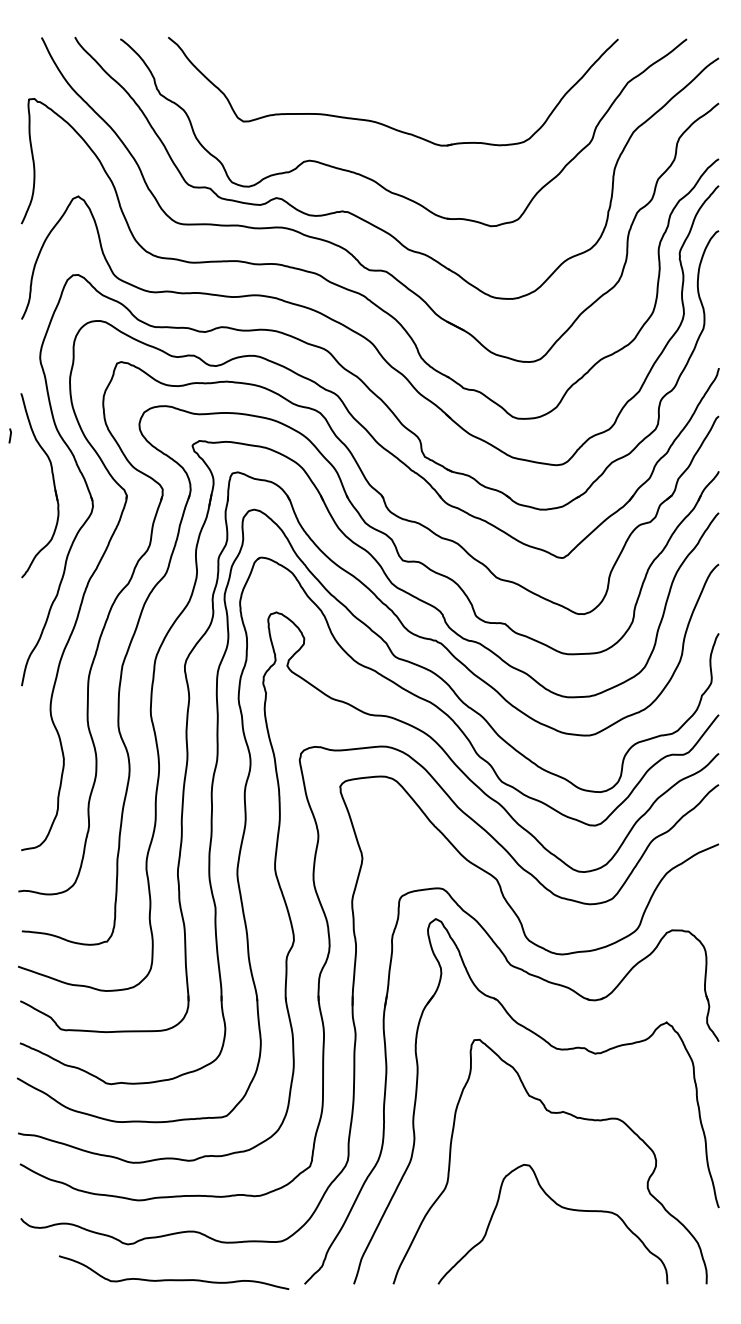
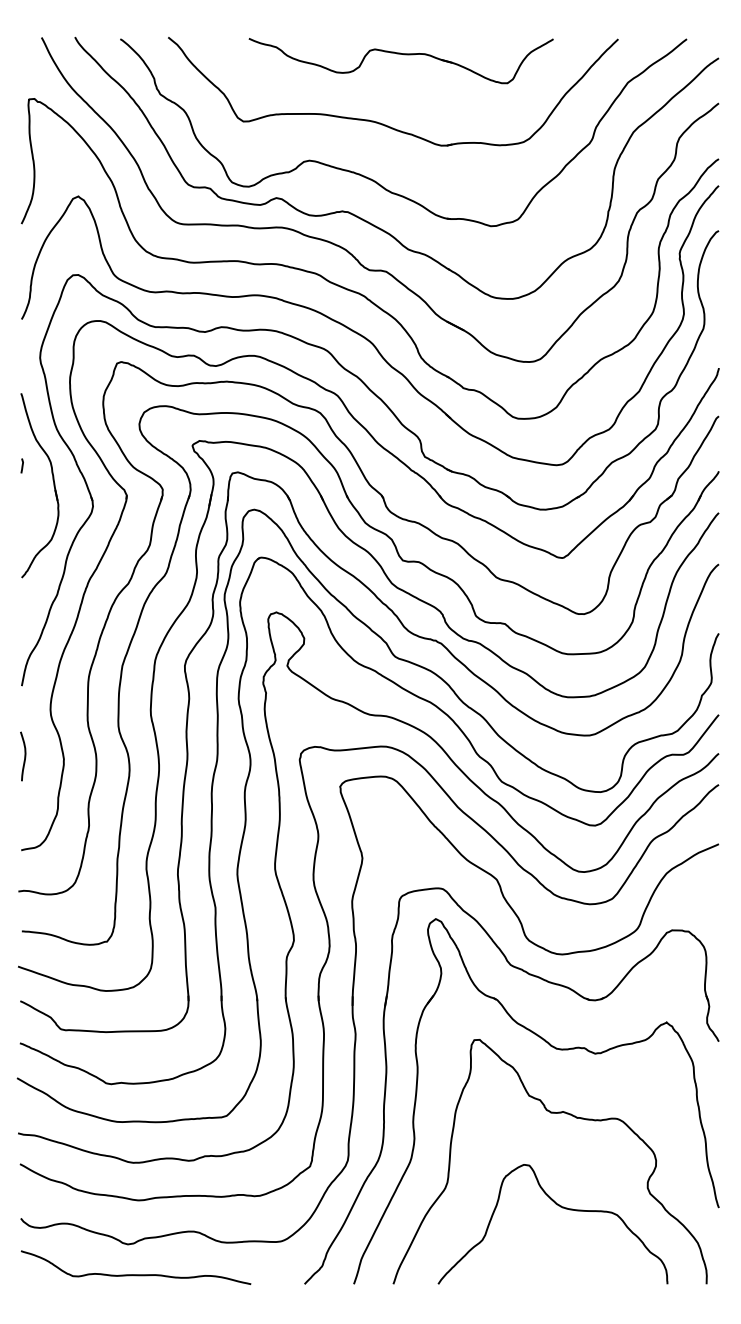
part at (400, 54): none -> present
line at (9, 435) position: (9, 435) -> (21, 465)
curve at (24, 756): none -> present
curve at (173, 1279) position: (173, 1279) -> (135, 1274)
